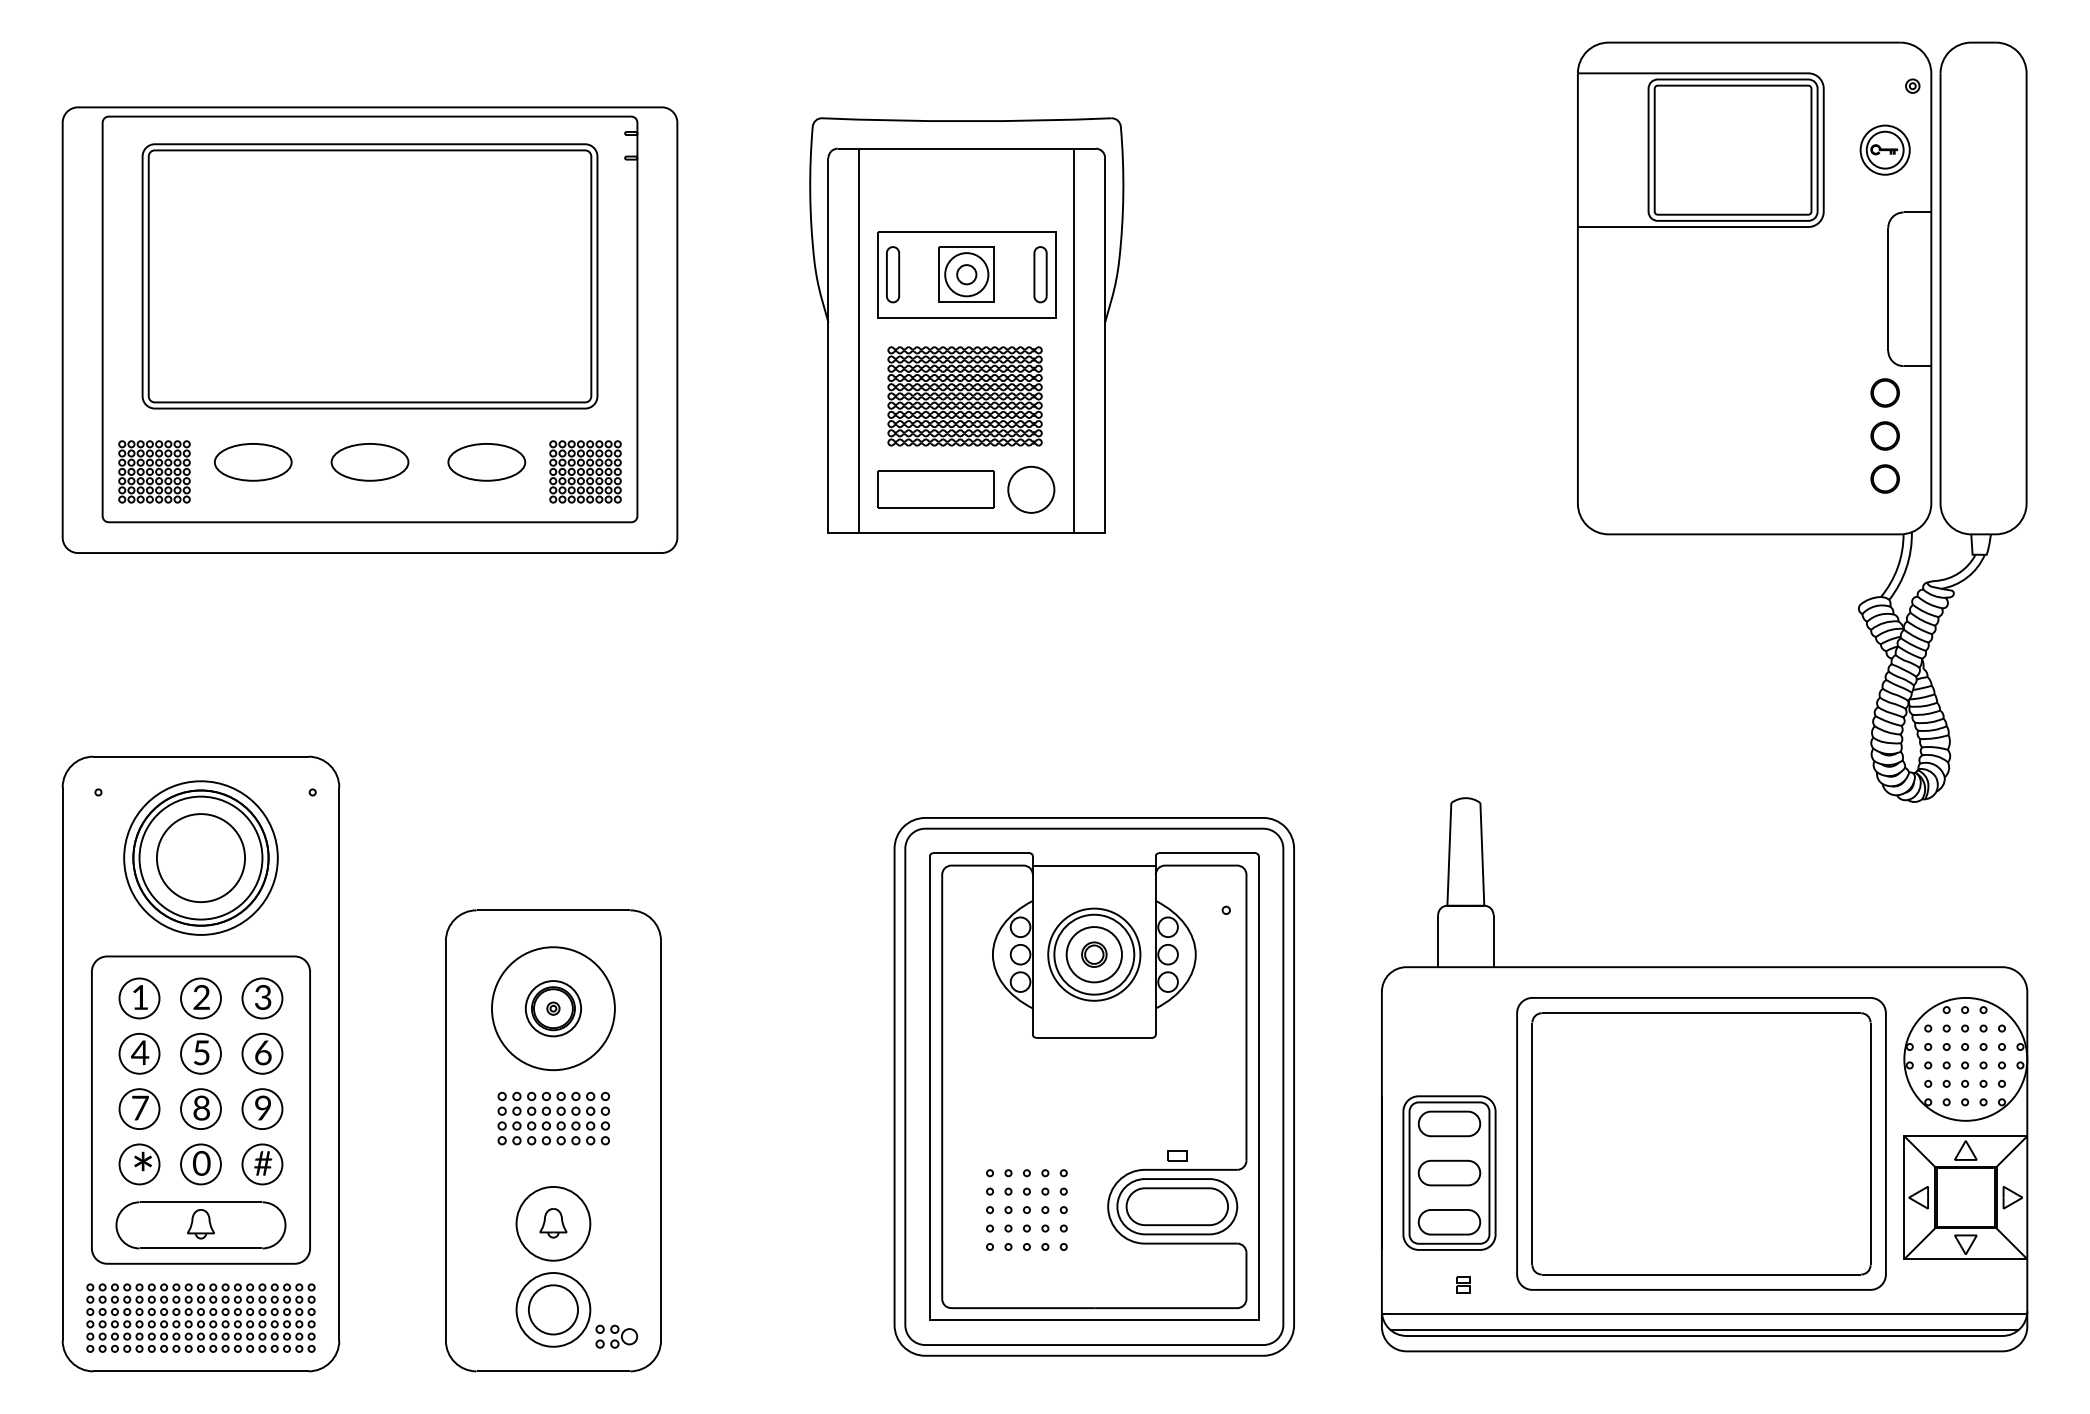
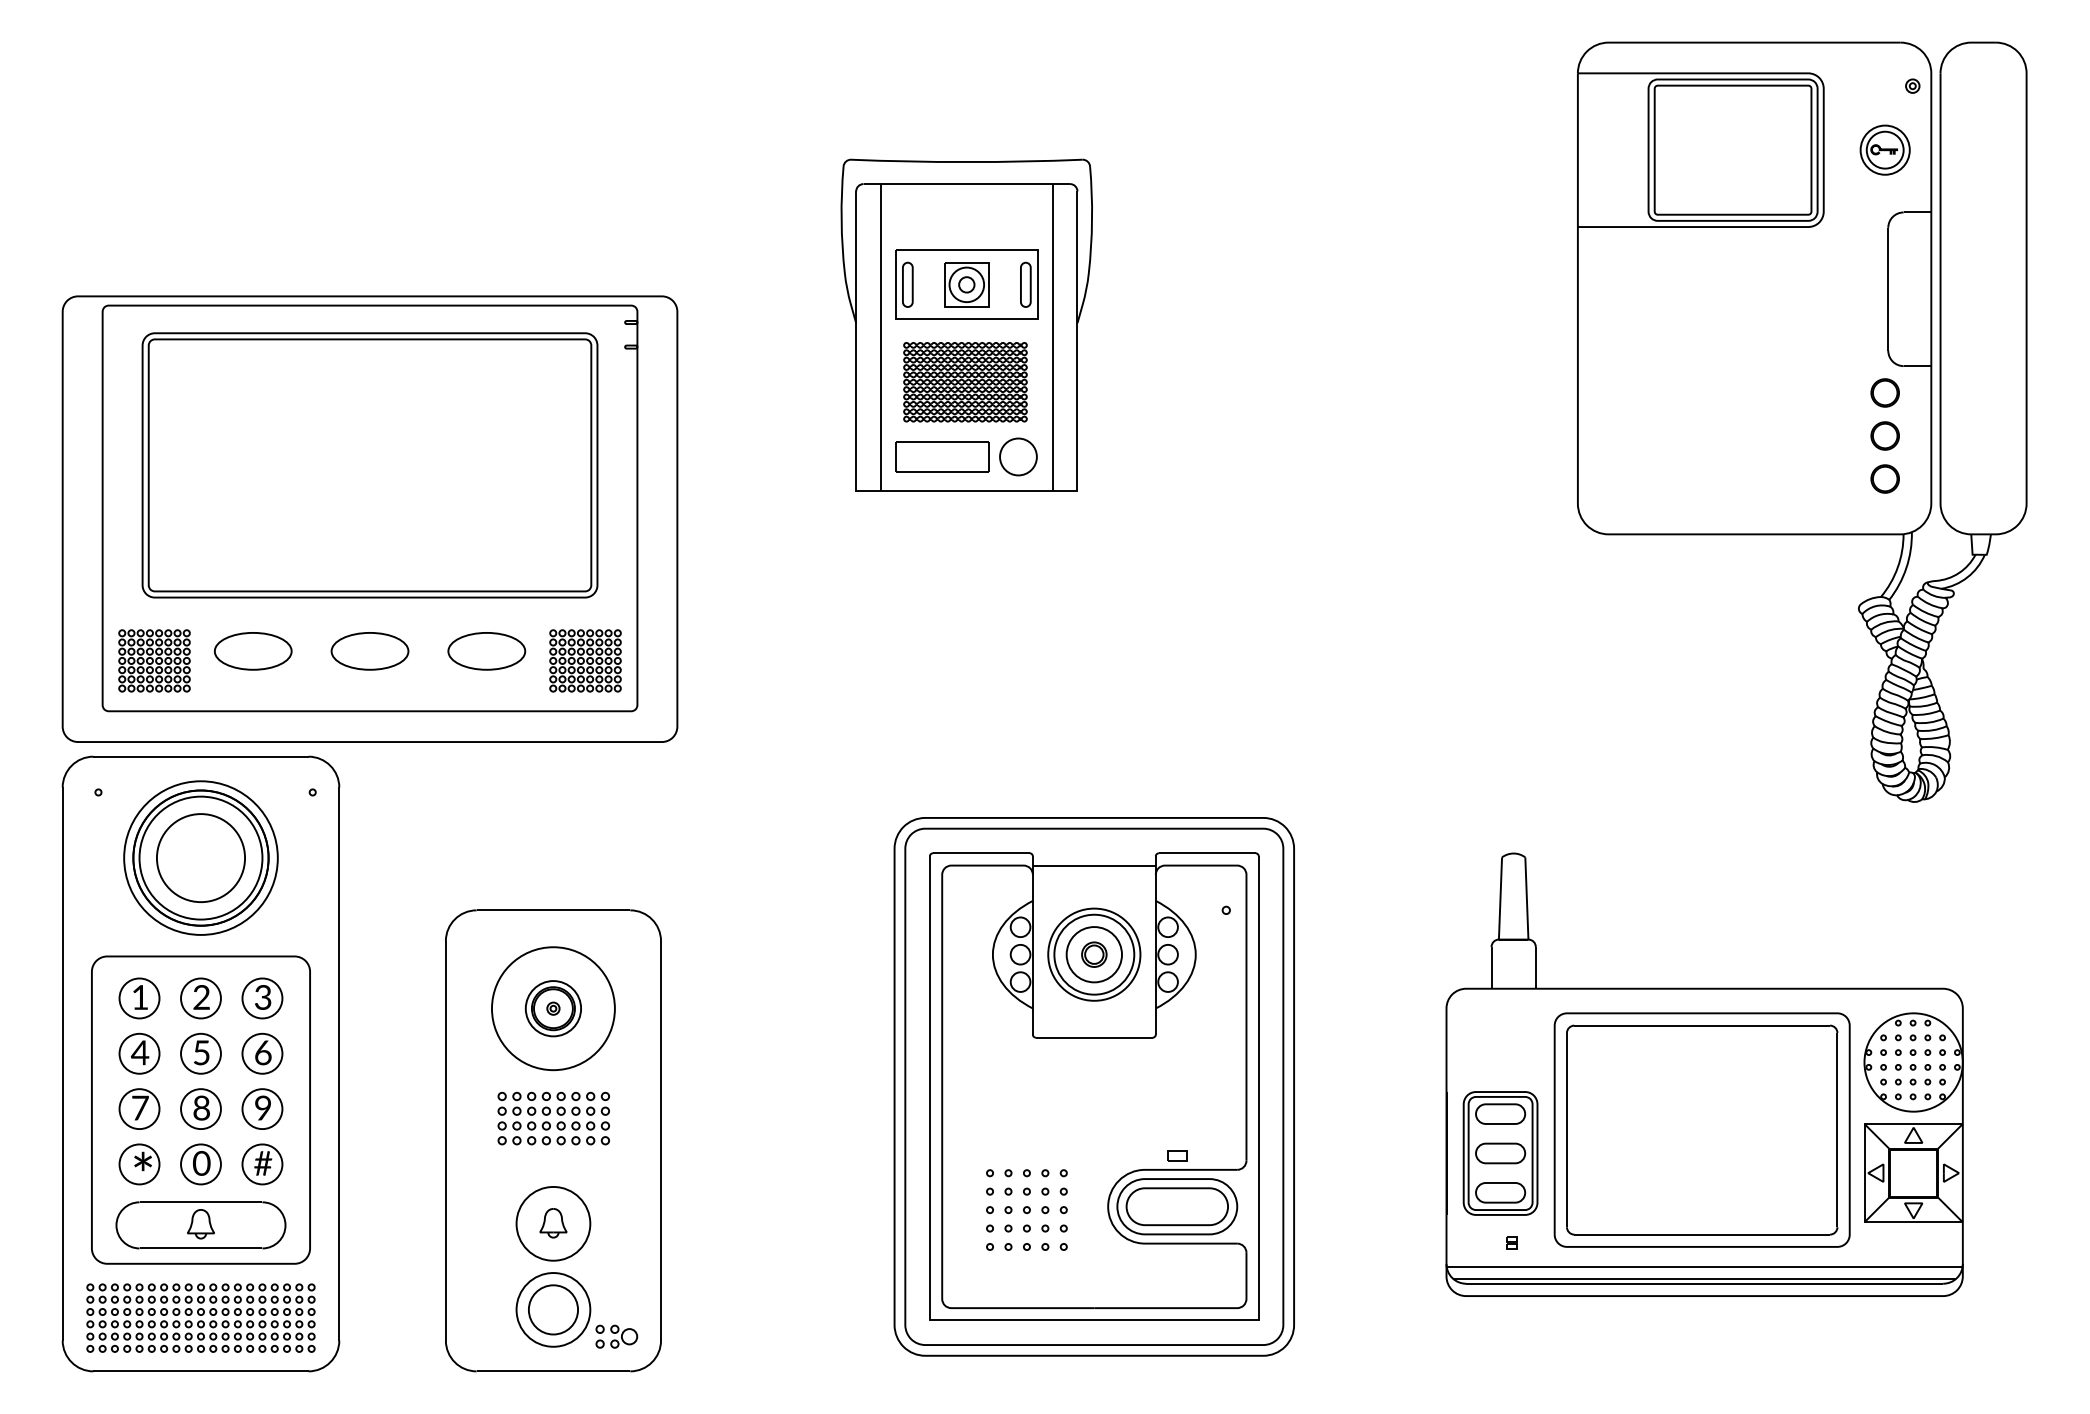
part at (966, 325) size: 316x417 px -> 253x334 px
part at (369, 329) position: (369, 329) -> (369, 518)
part at (1704, 1074) size: 648x556 px -> 519x445 px
